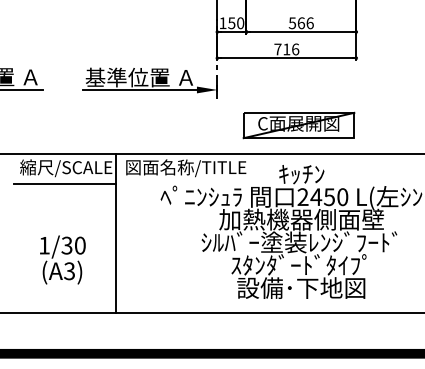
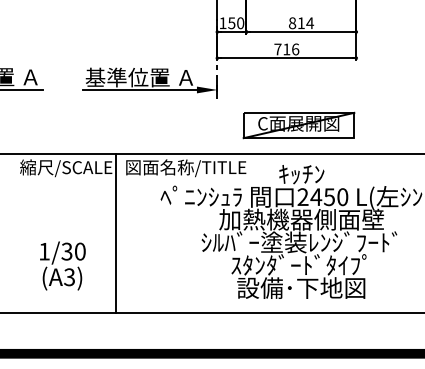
text at (301, 23): 566 -> 814
line at (64, 184): present -> none
text at (62, 259) position: (62, 259) -> (62, 265)
